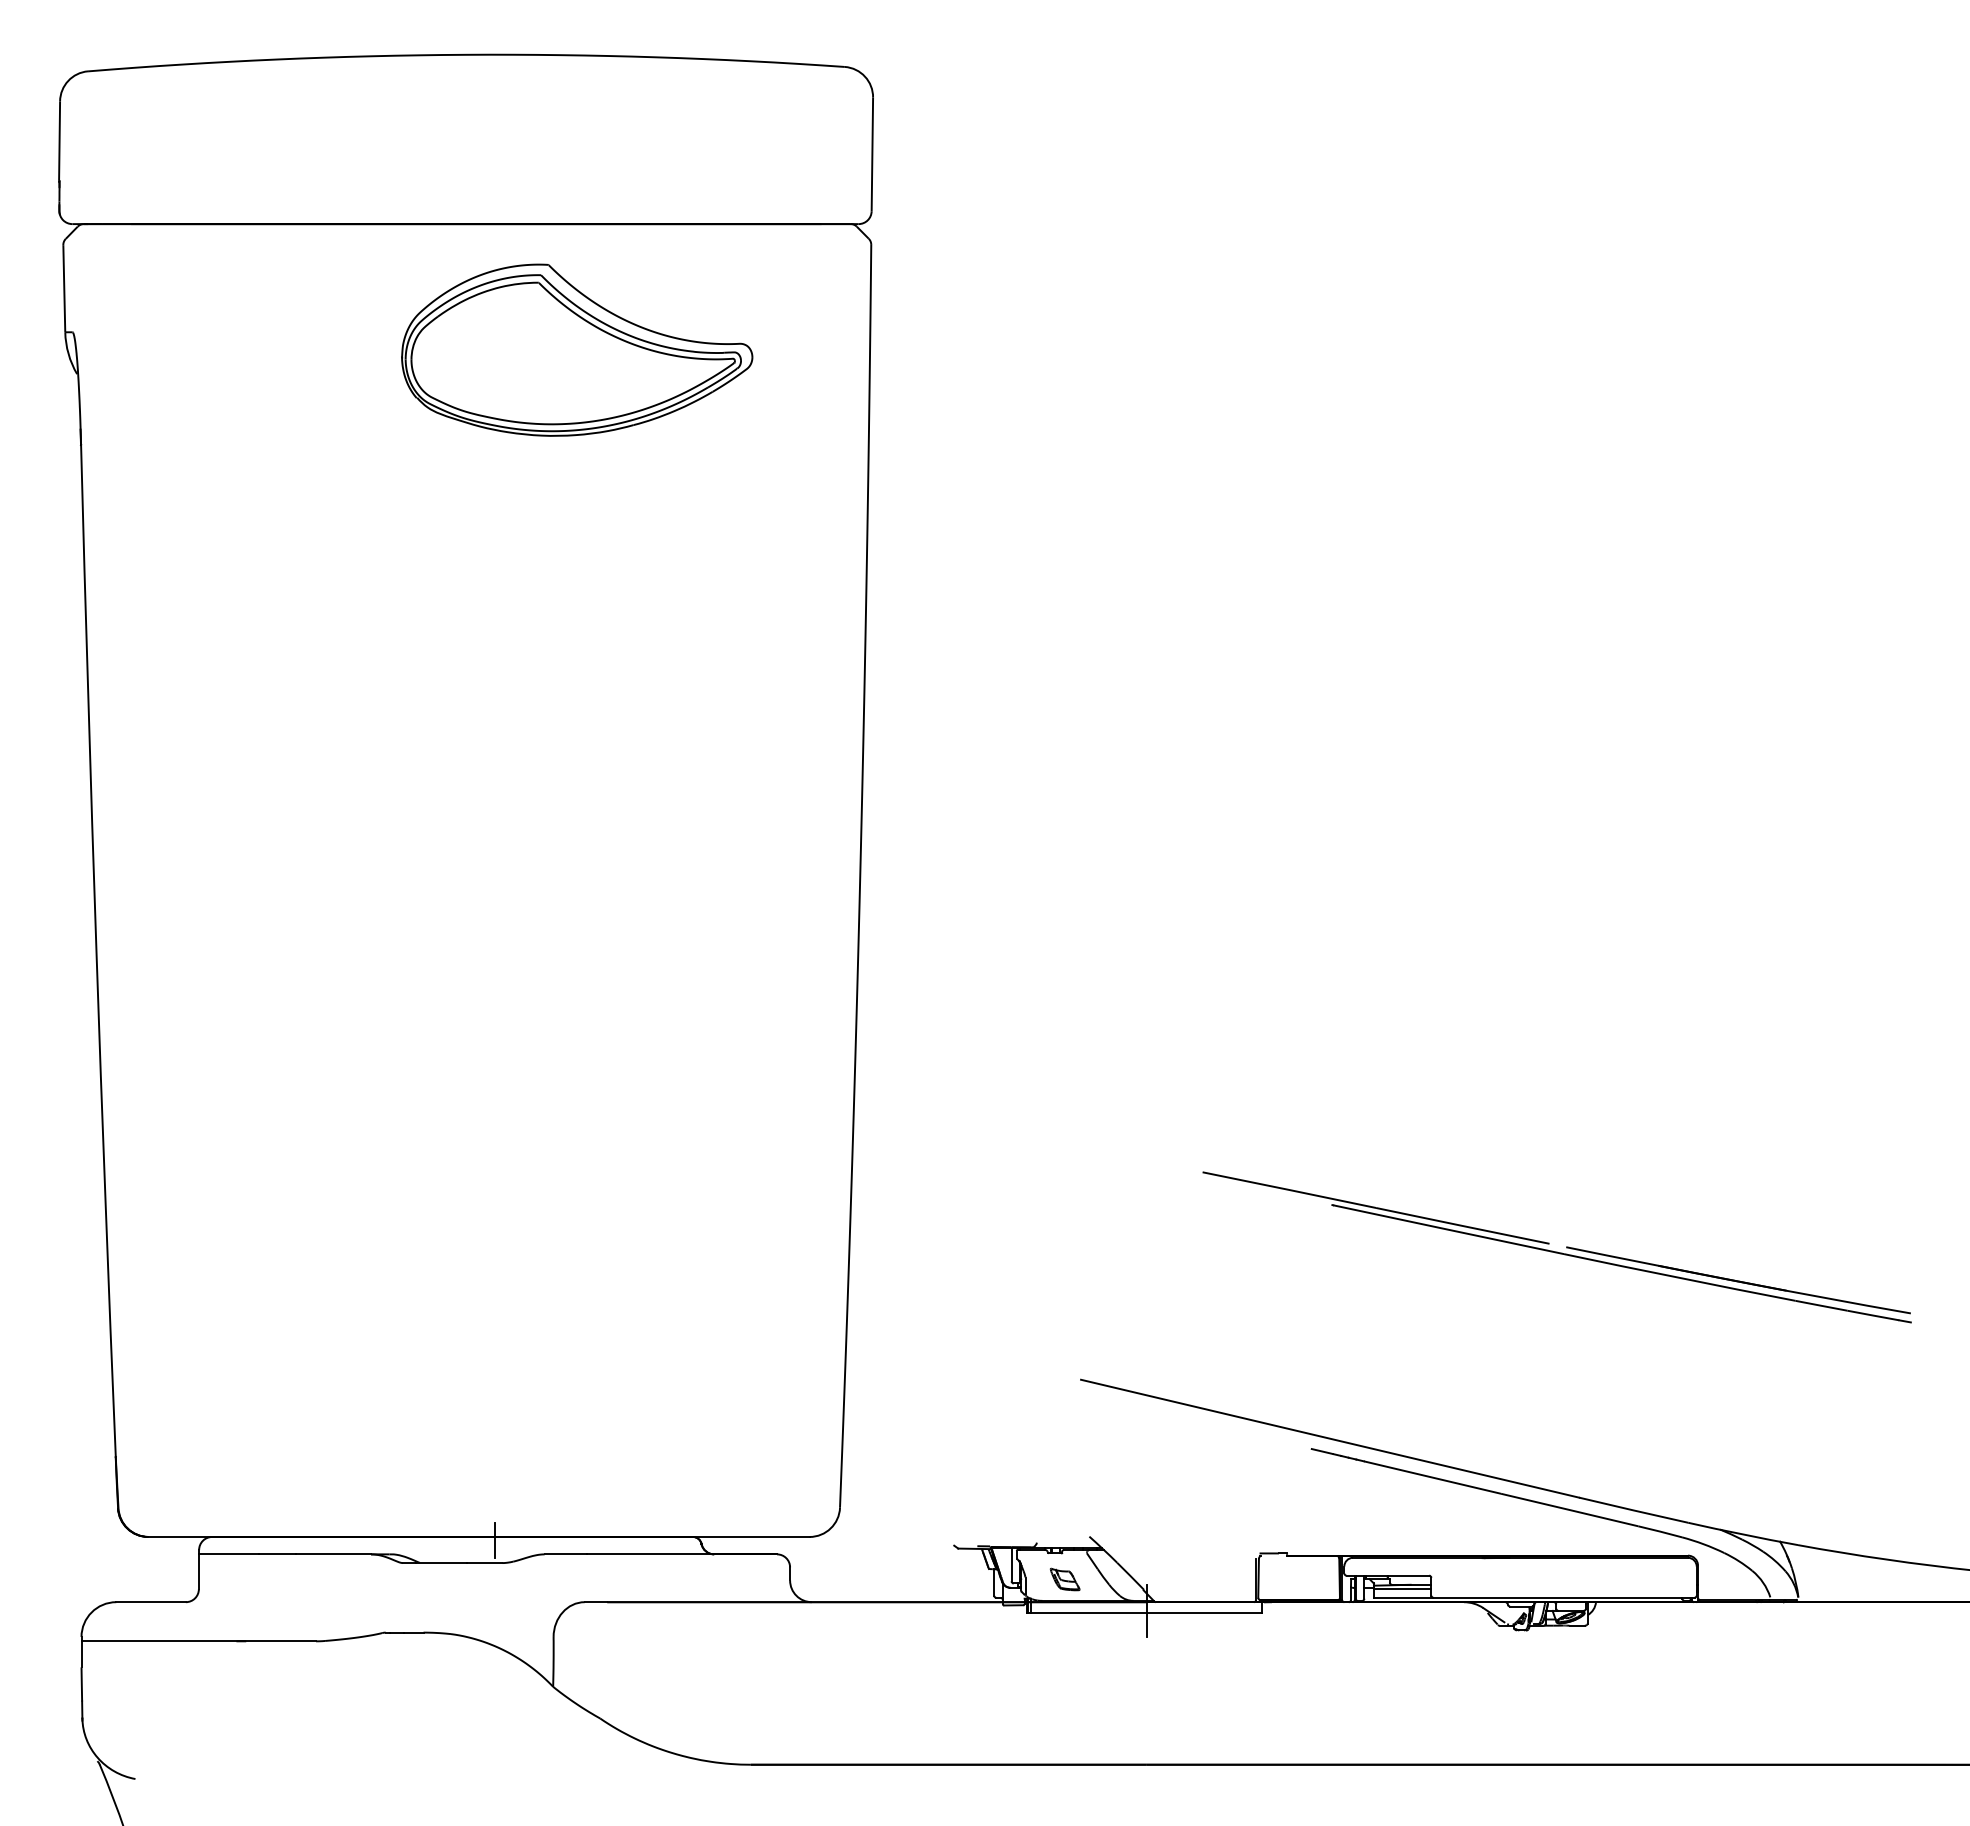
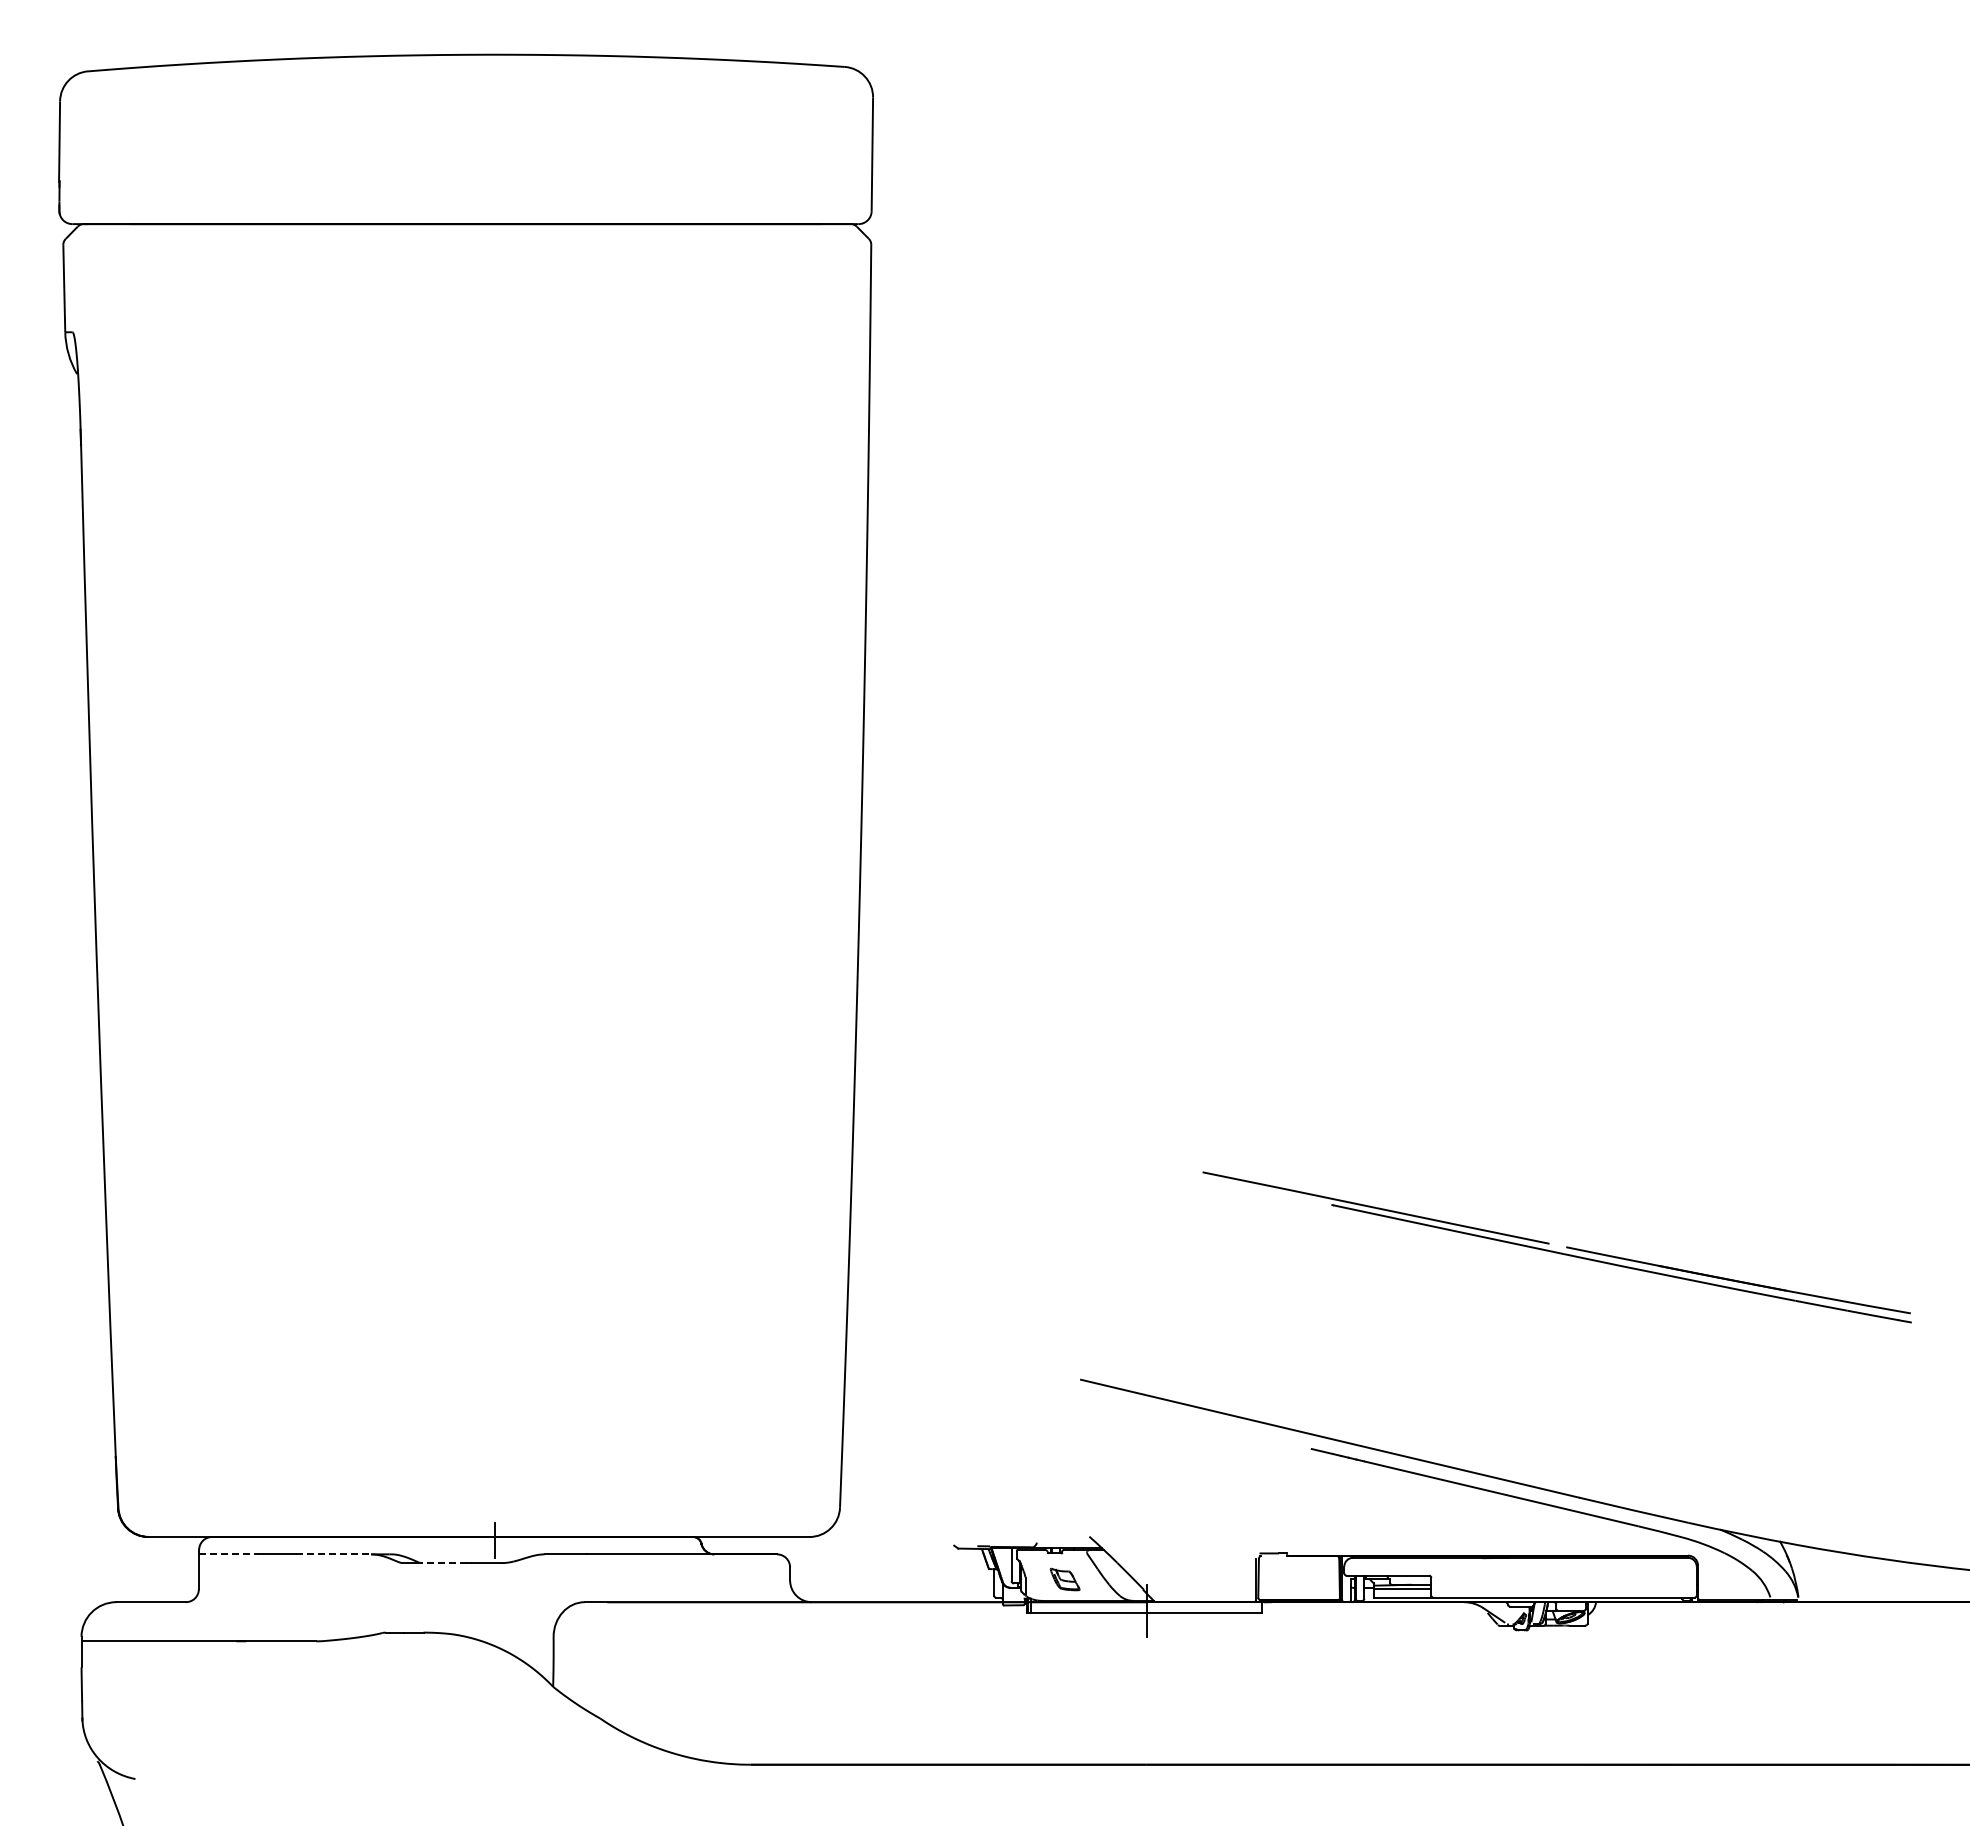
part at (577, 349): present -> none
line at (228, 1554): solid -> dashed
line at (334, 1554): solid -> dashed
line at (442, 1563): solid -> dashed
